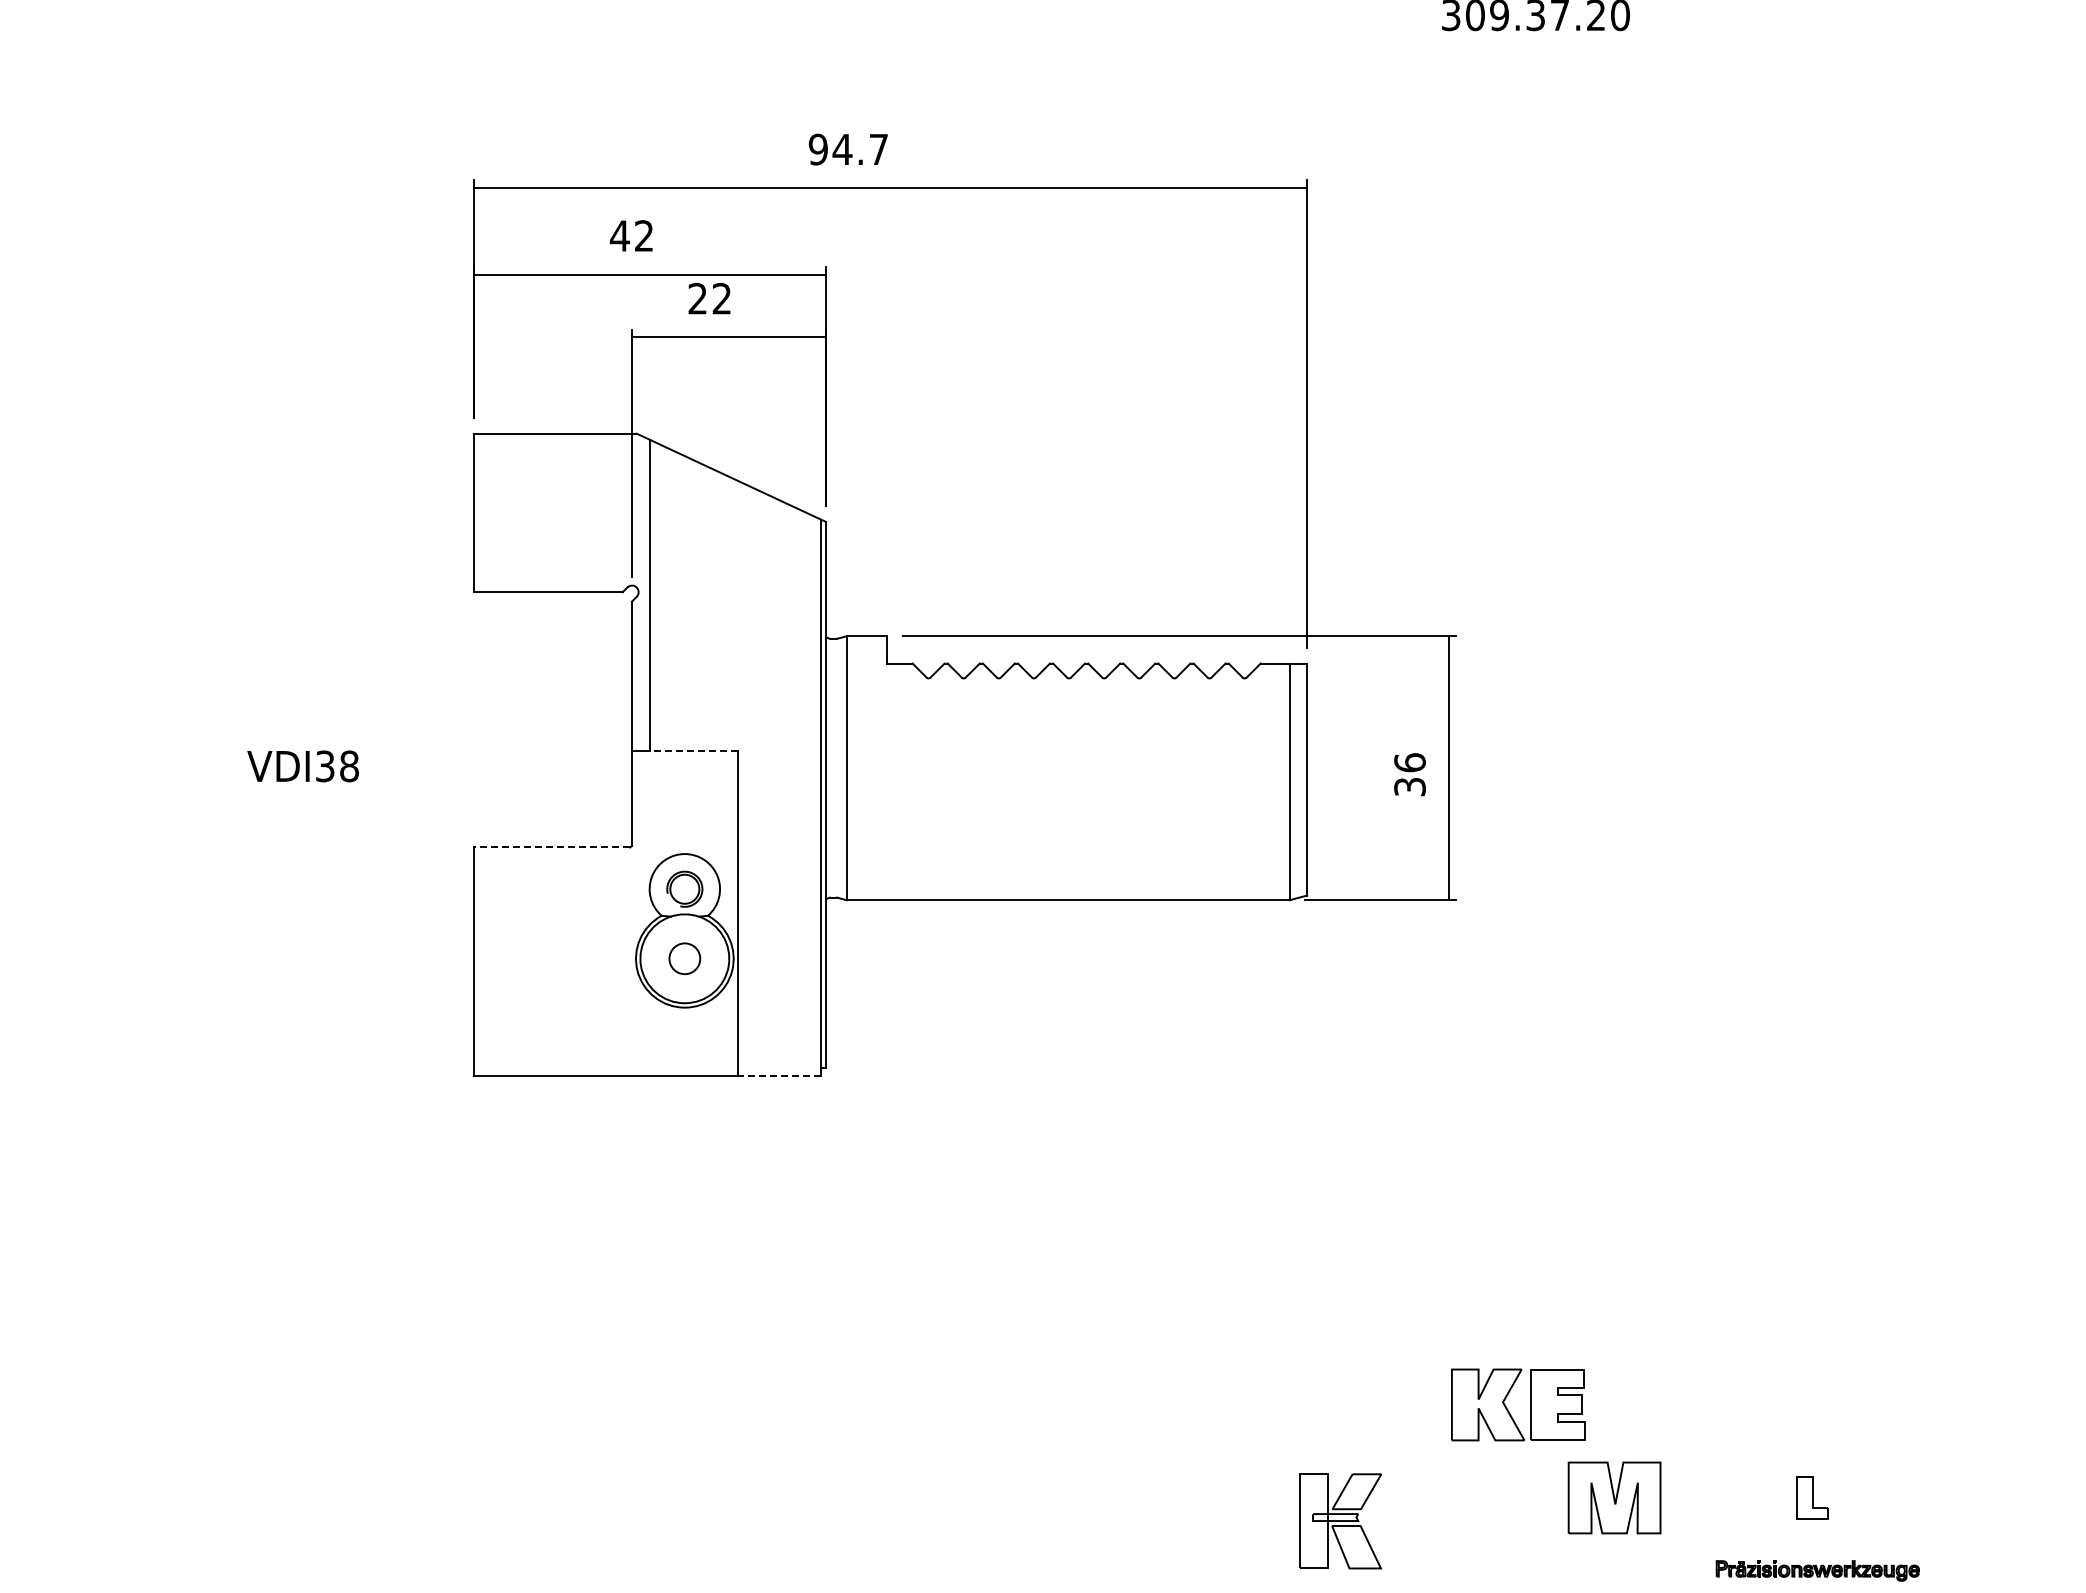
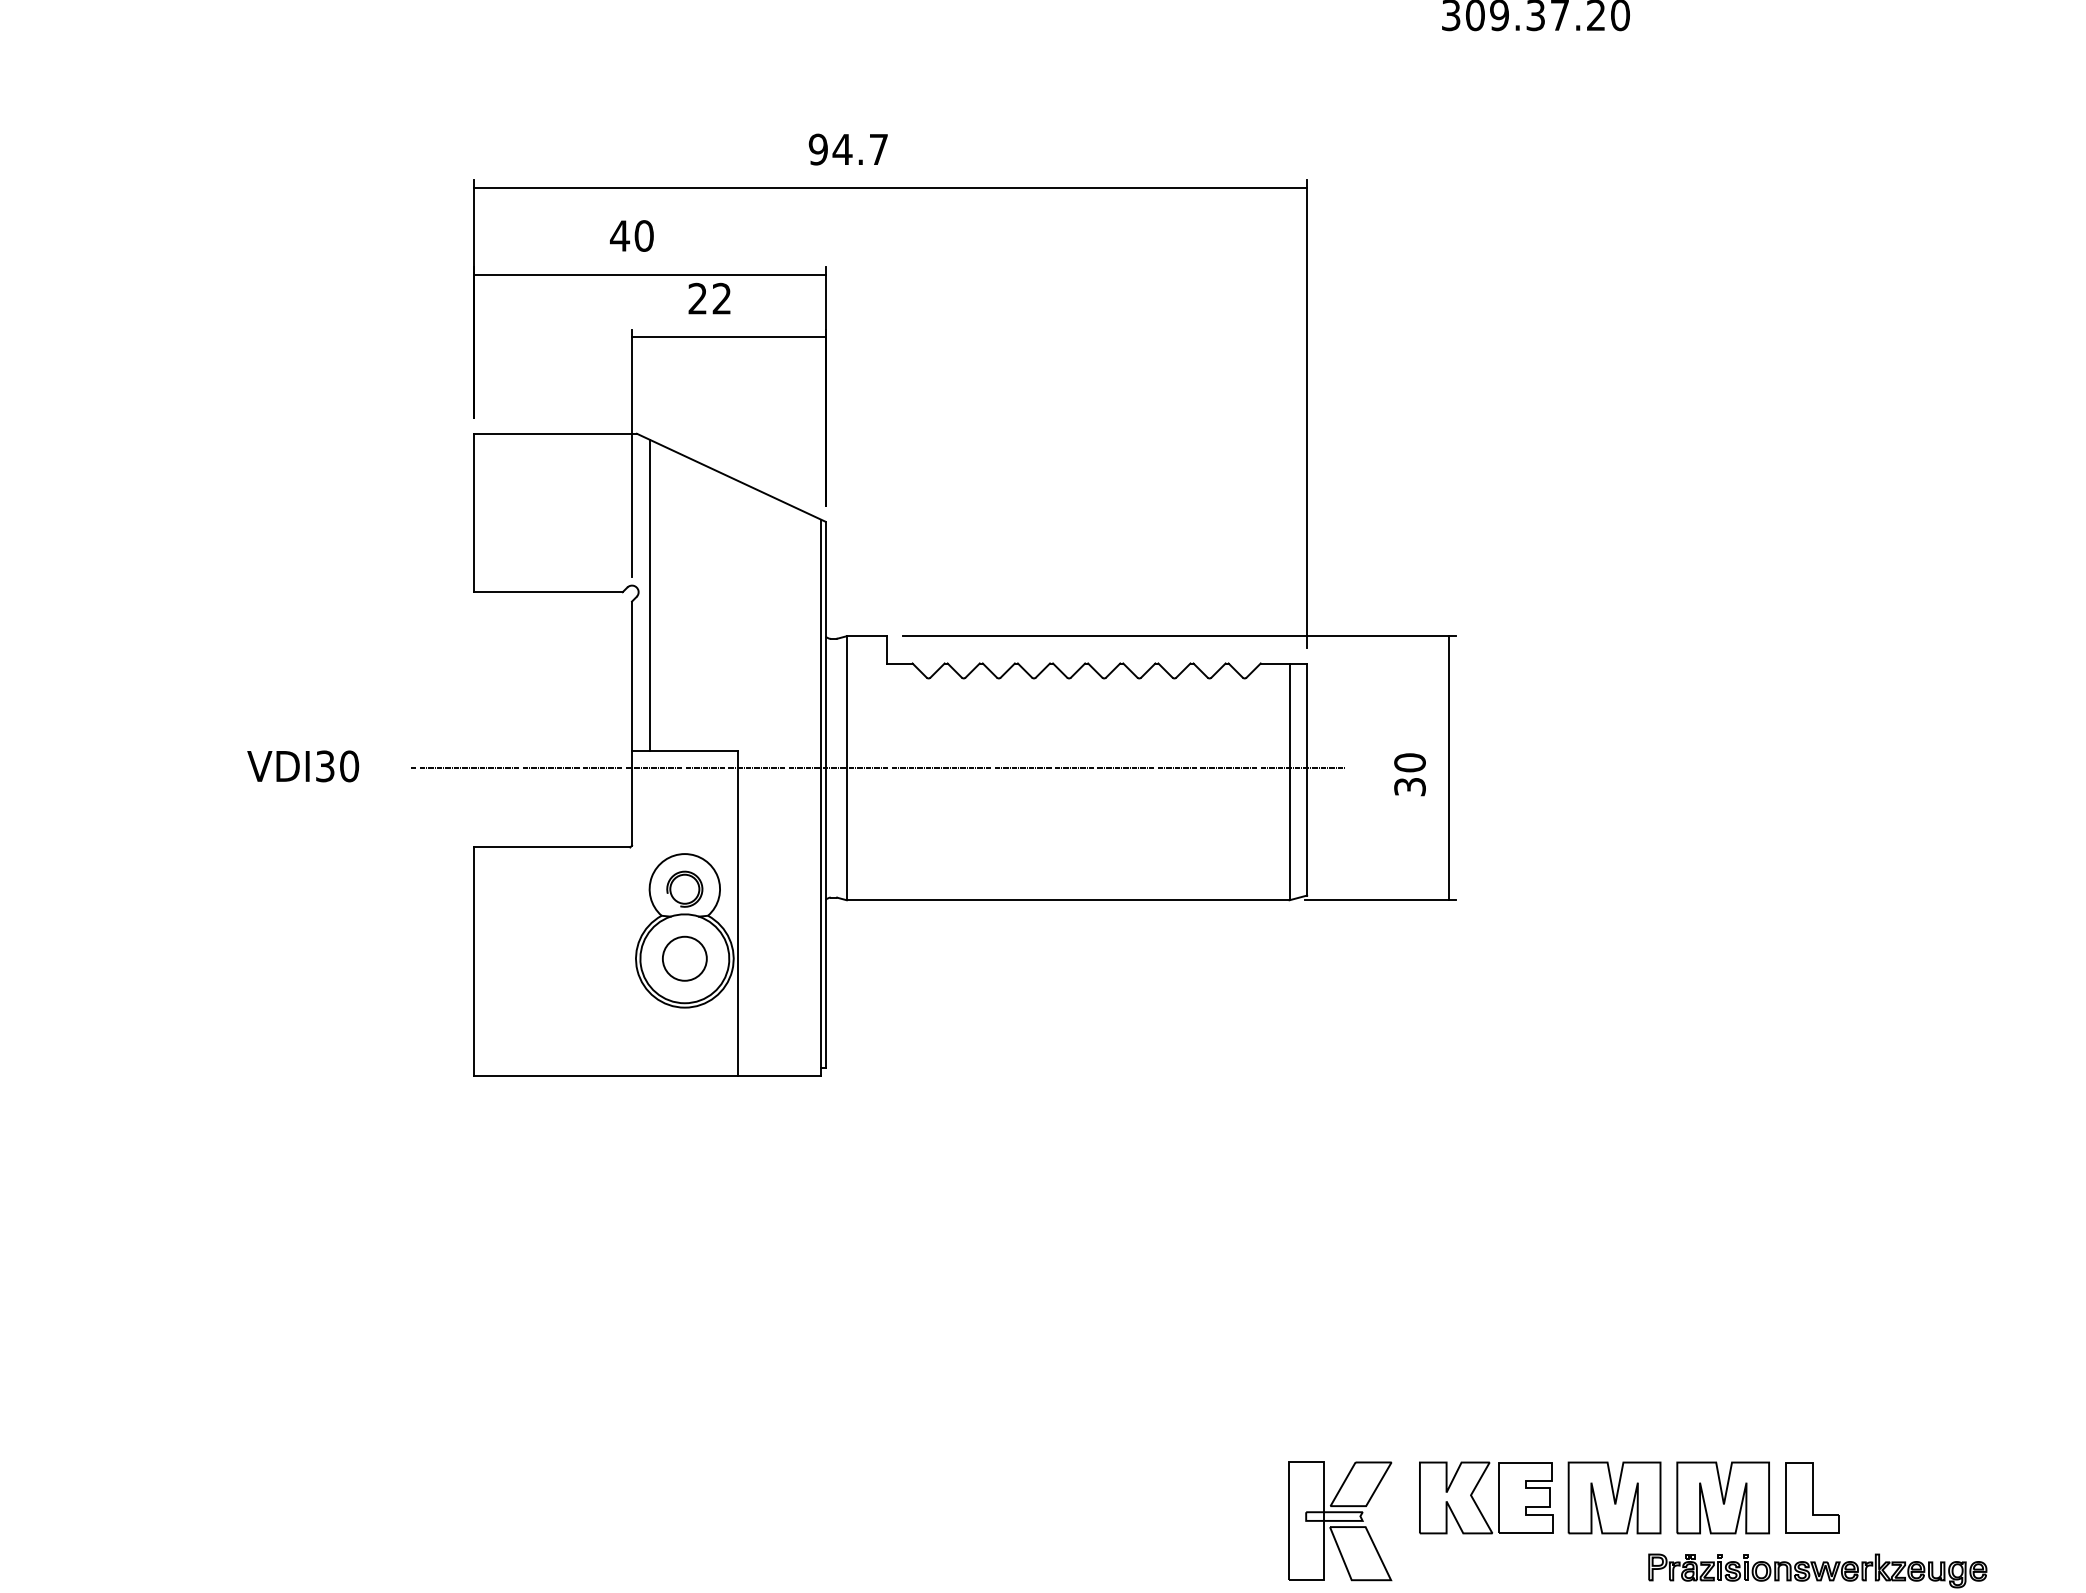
text at (643, 235): 42 -> 40
line at (693, 750): dashed -> solid
text at (1409, 762): 36 -> 30
text at (349, 766): VDI38 -> VDI30
line at (877, 768): none -> present
line at (551, 847): dashed -> solid
circle at (684, 958) diameter: 31 px -> 44 px
line at (779, 1076): dashed -> solid
part at (1508, 1409) position: (1508, 1409) -> (1476, 1502)
part at (1722, 1497): none -> present
part at (1812, 1497) size: 33x44 px -> 55x72 px
part at (1340, 1521) size: 84x97 px -> 105x121 px
part at (1817, 1570) size: 205x22 px -> 340x36 px
